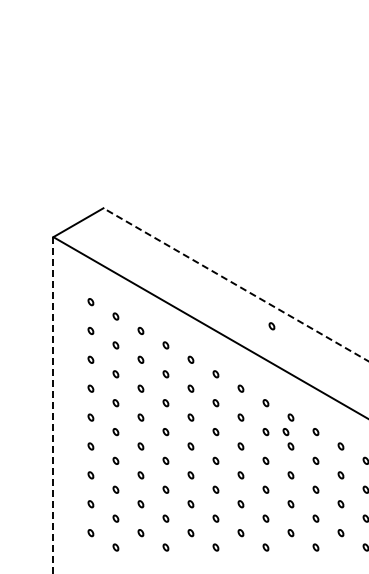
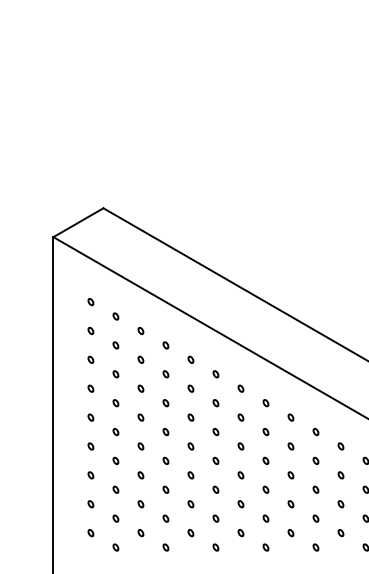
line at (235, 284): dashed -> solid
part at (271, 326): present -> none
line at (53, 405): dashed -> solid
part at (285, 432): present -> none
